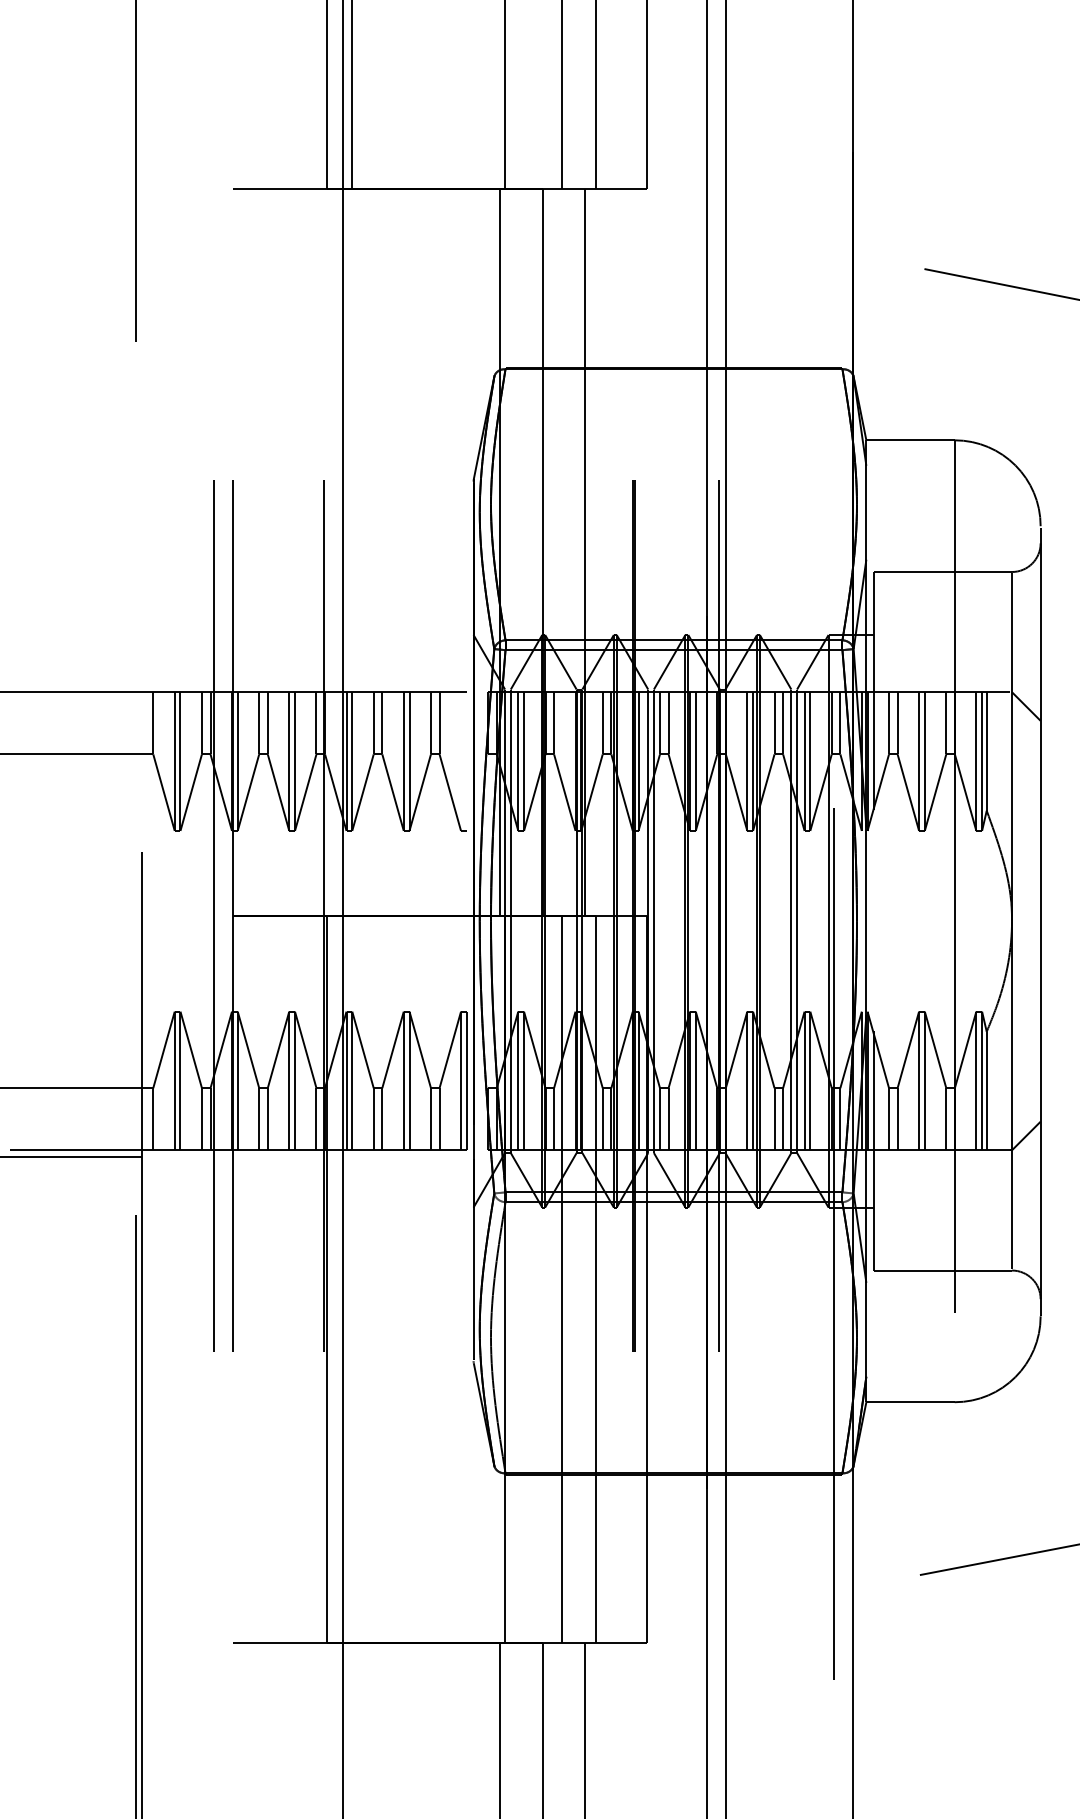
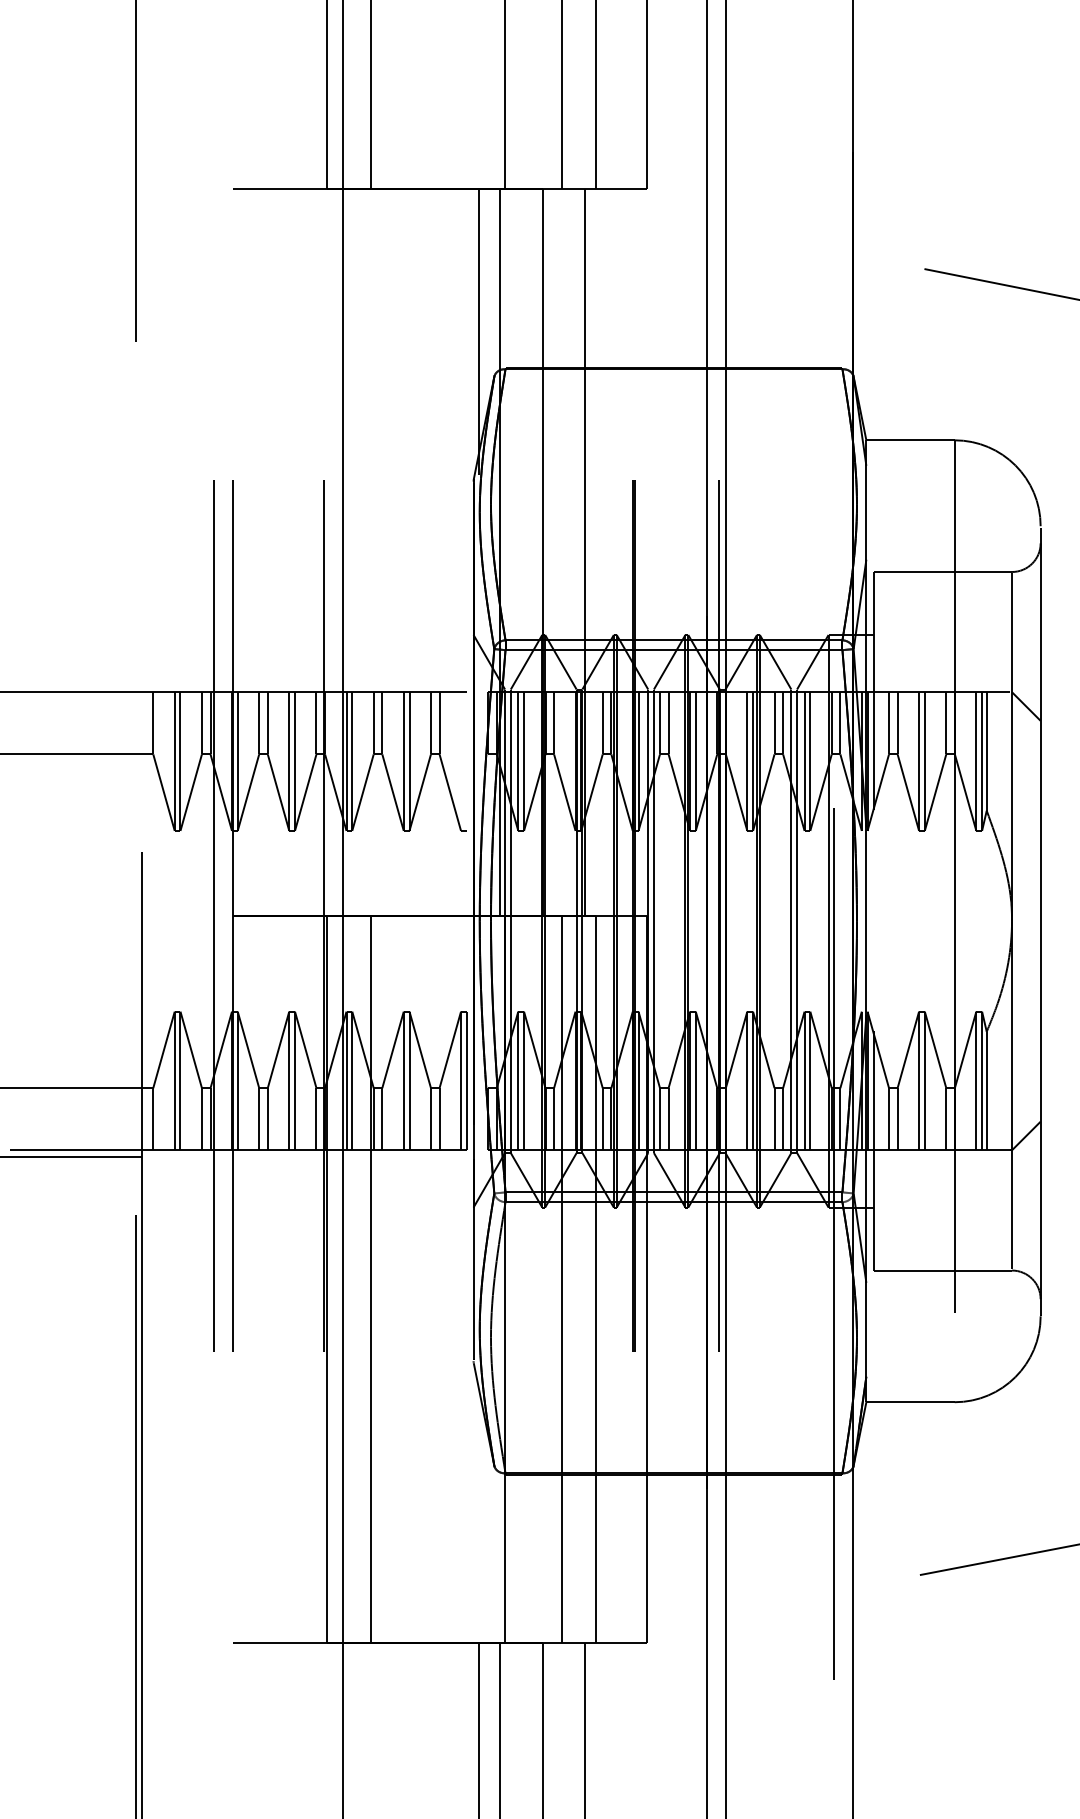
line at (351, 95) position: (351, 95) -> (370, 95)
line at (478, 331): none -> present
line at (370, 1279): none -> present
line at (478, 1729): none -> present
